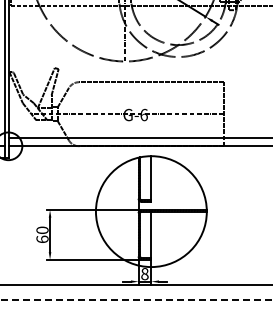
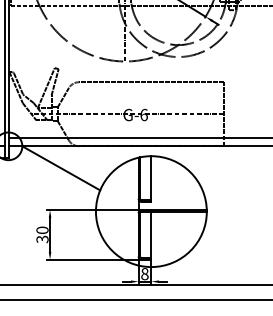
line at (61, 168): none -> present
text at (42, 239): 60 -> 30
line at (136, 299): dashed -> solid
